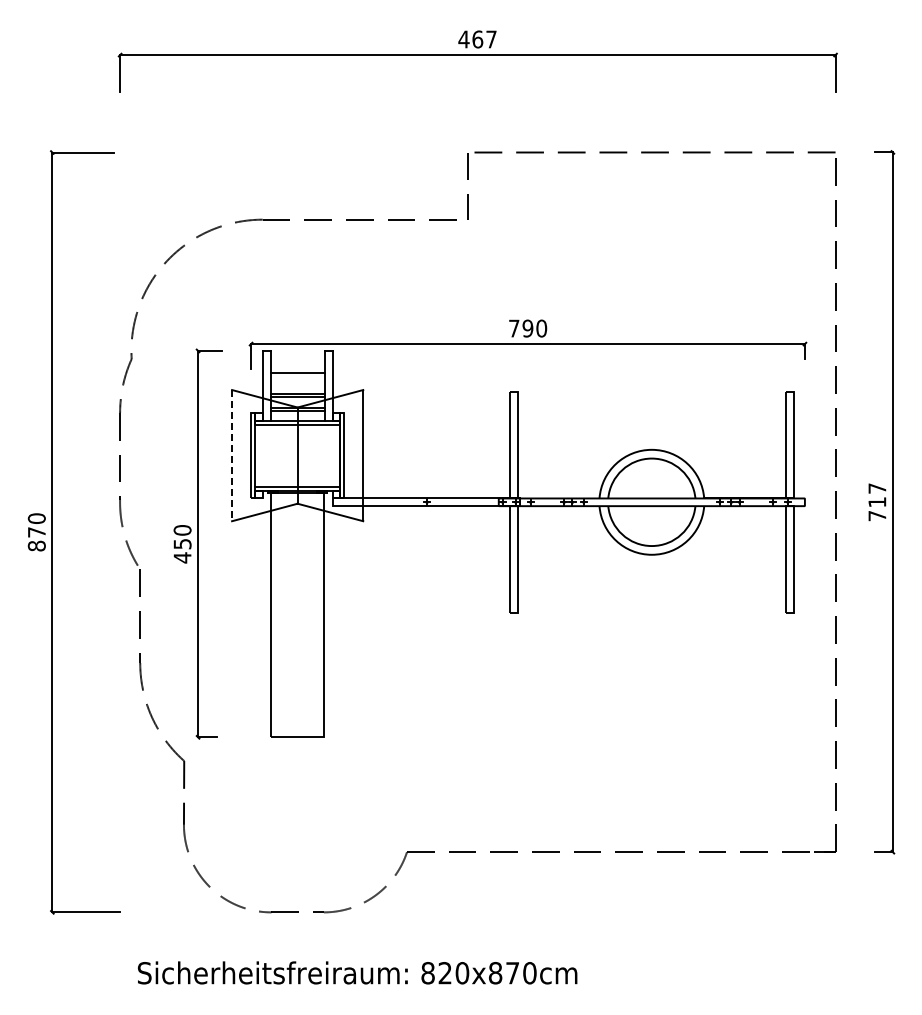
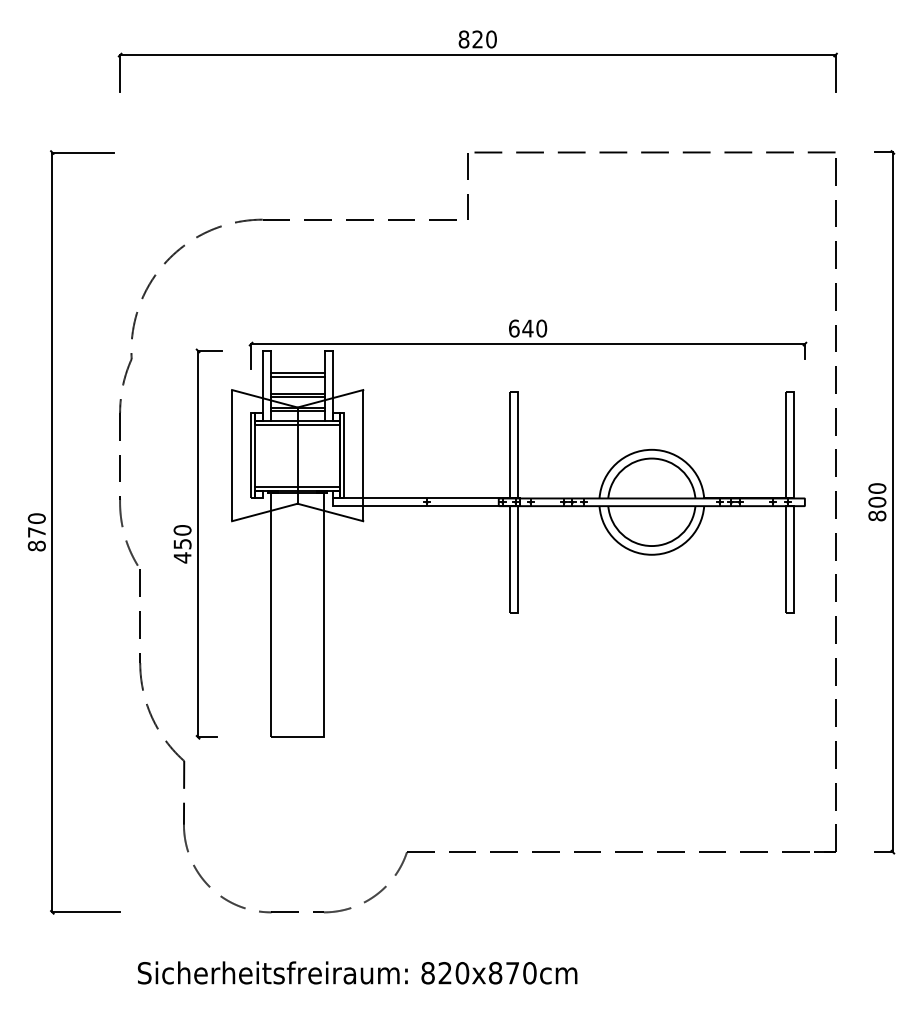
text at (477, 39): 467 -> 820
text at (521, 328): 790 -> 640
line at (297, 377): none -> present
line at (232, 455): dashed -> solid
text at (877, 502): 717 -> 800
